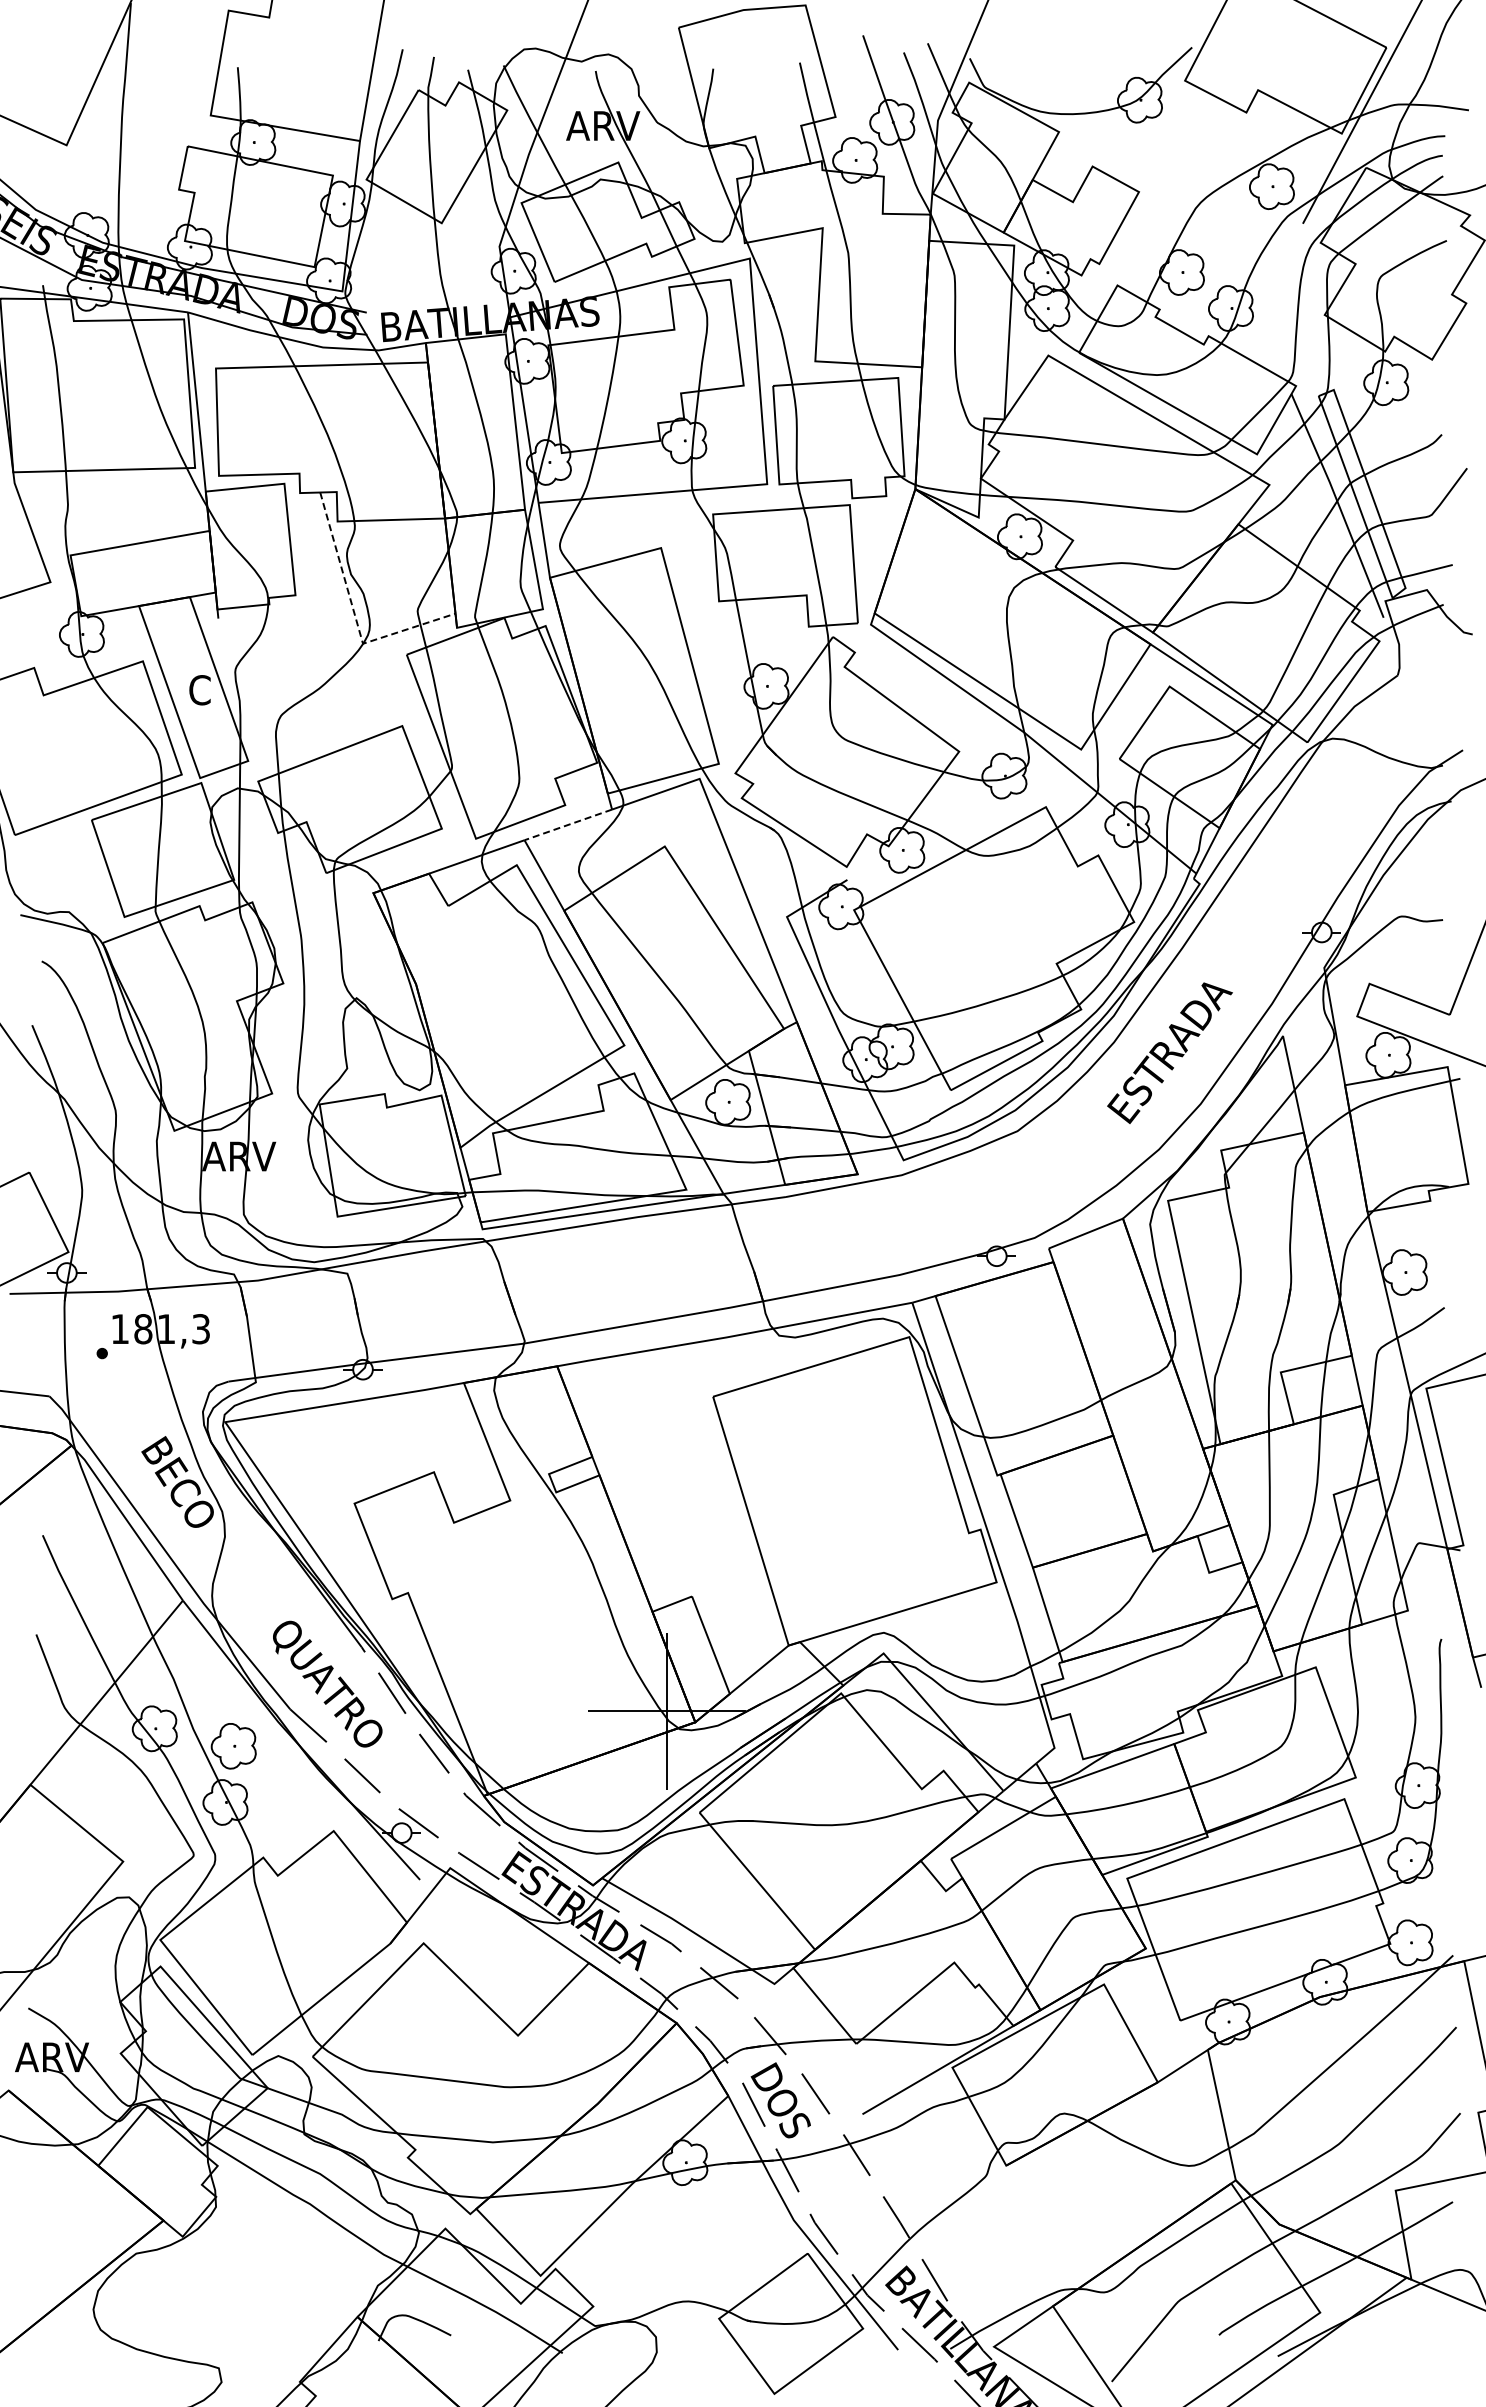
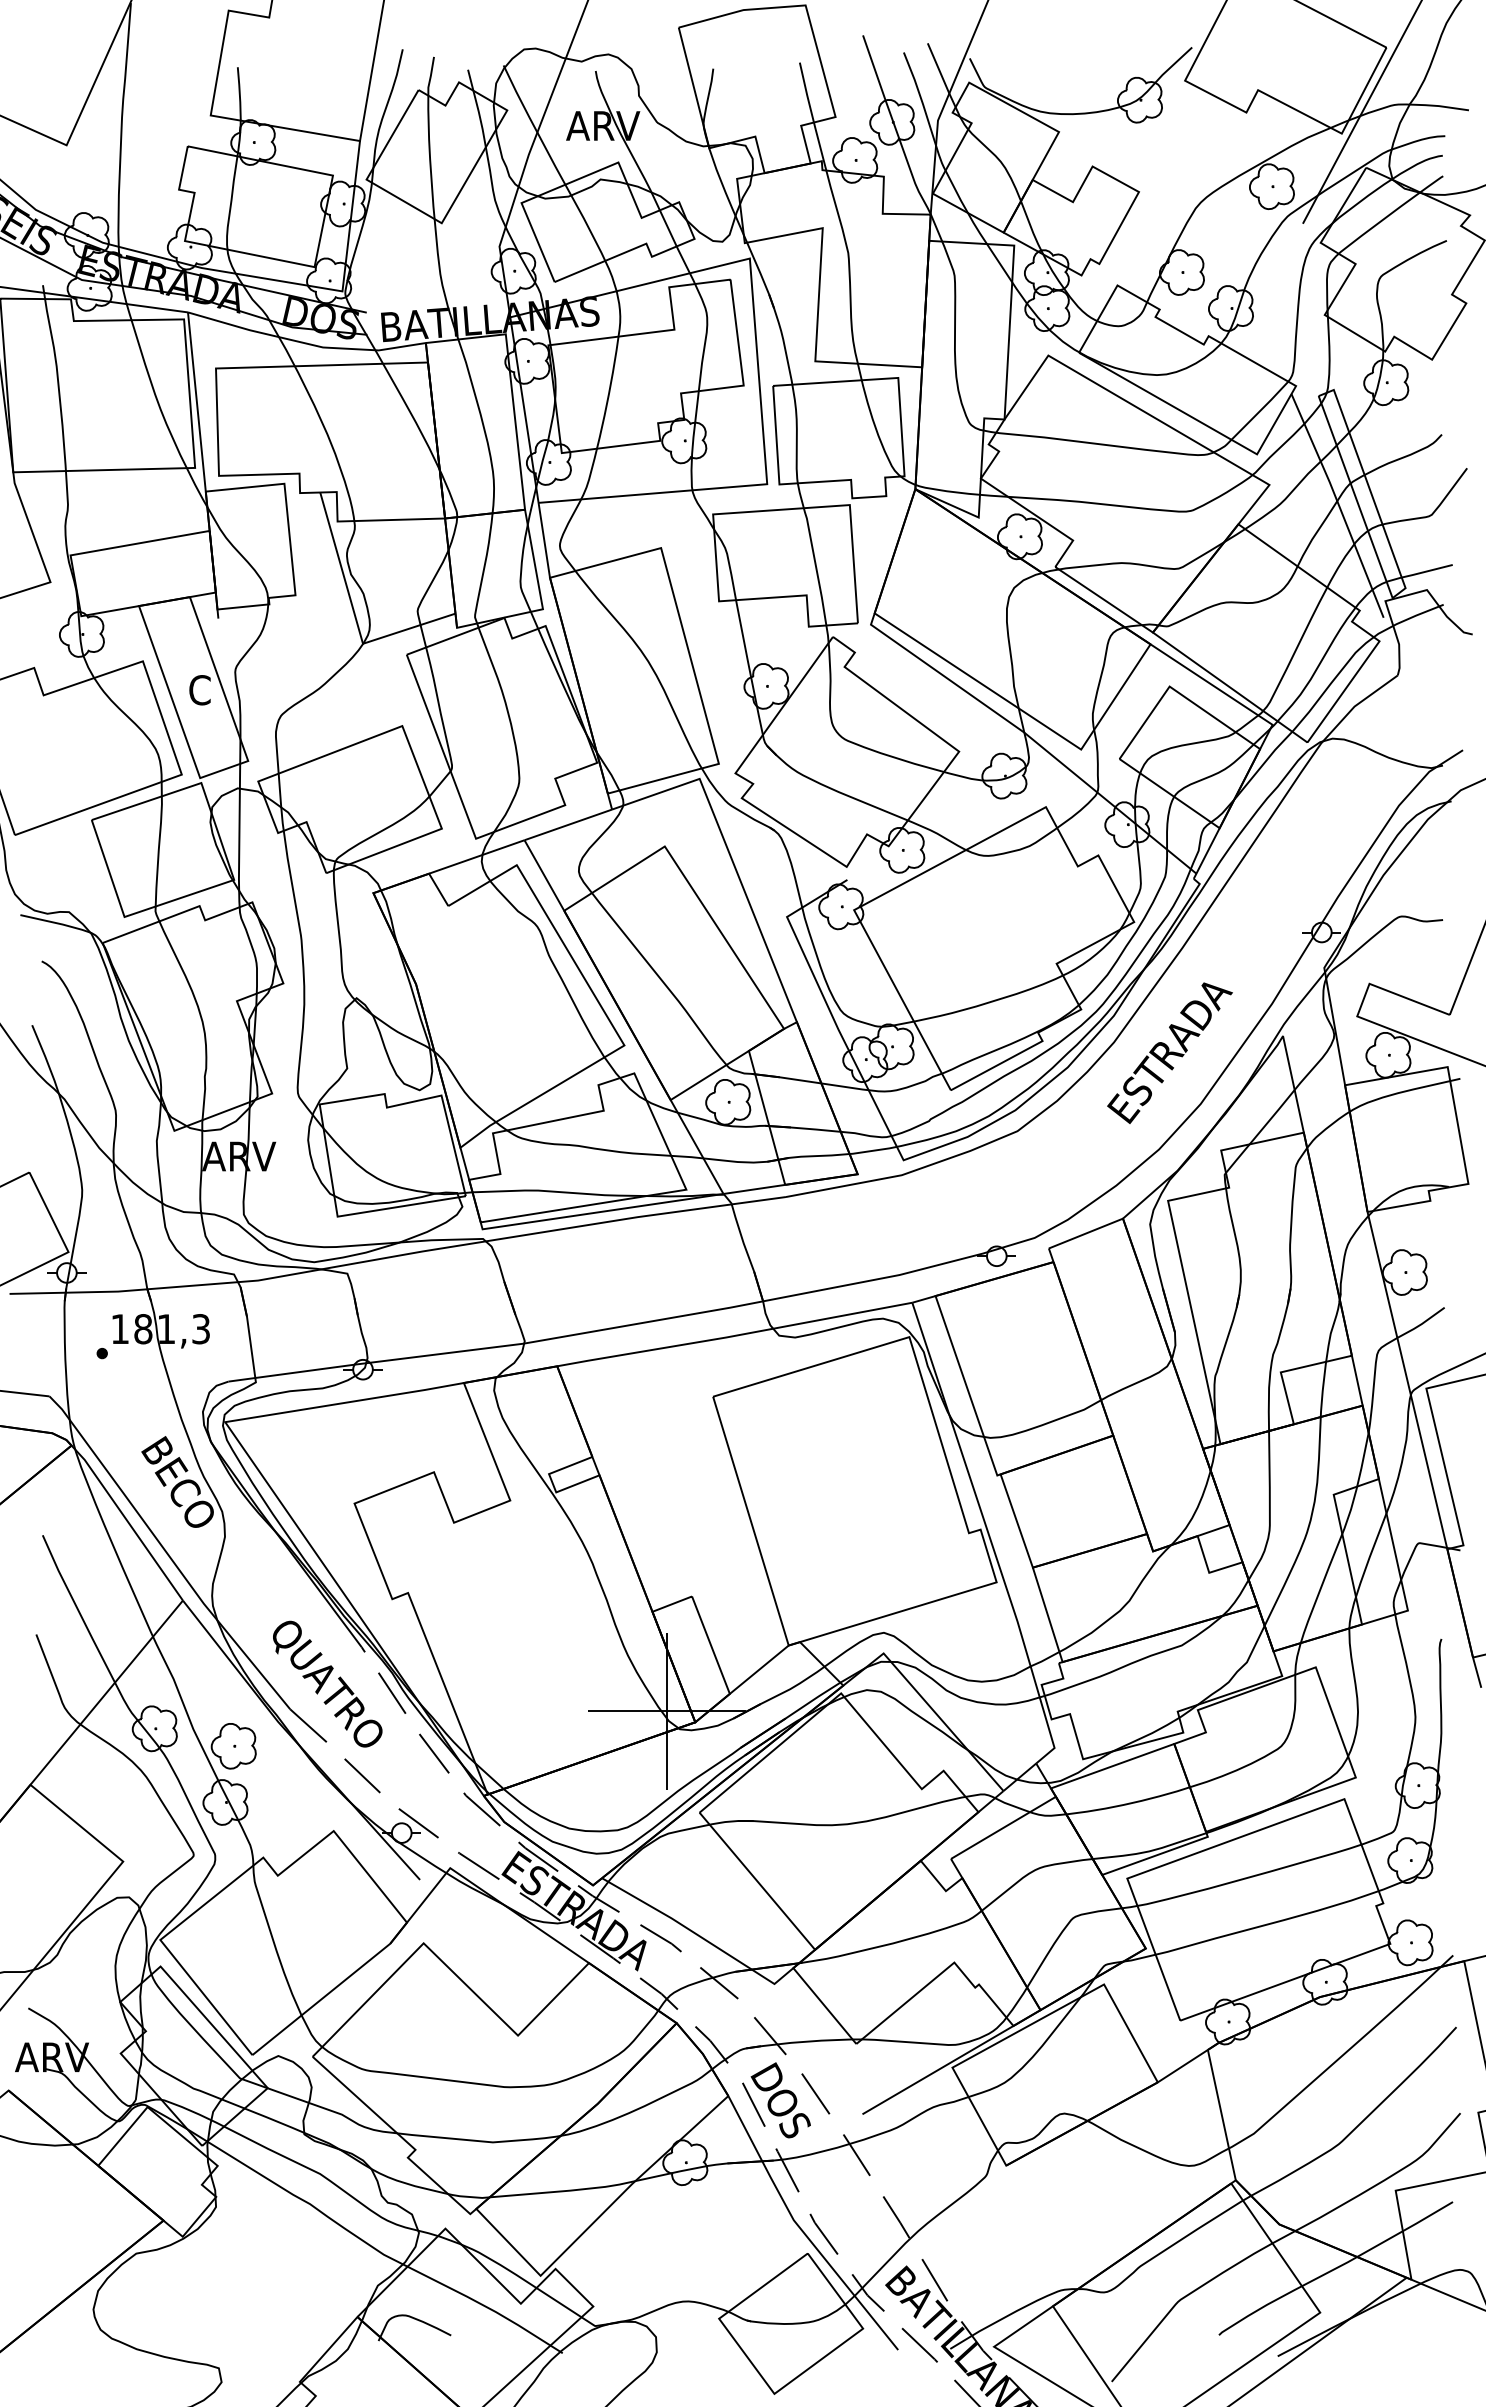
line at (355, 616): dashed -> solid
line at (567, 825): dashed -> solid
